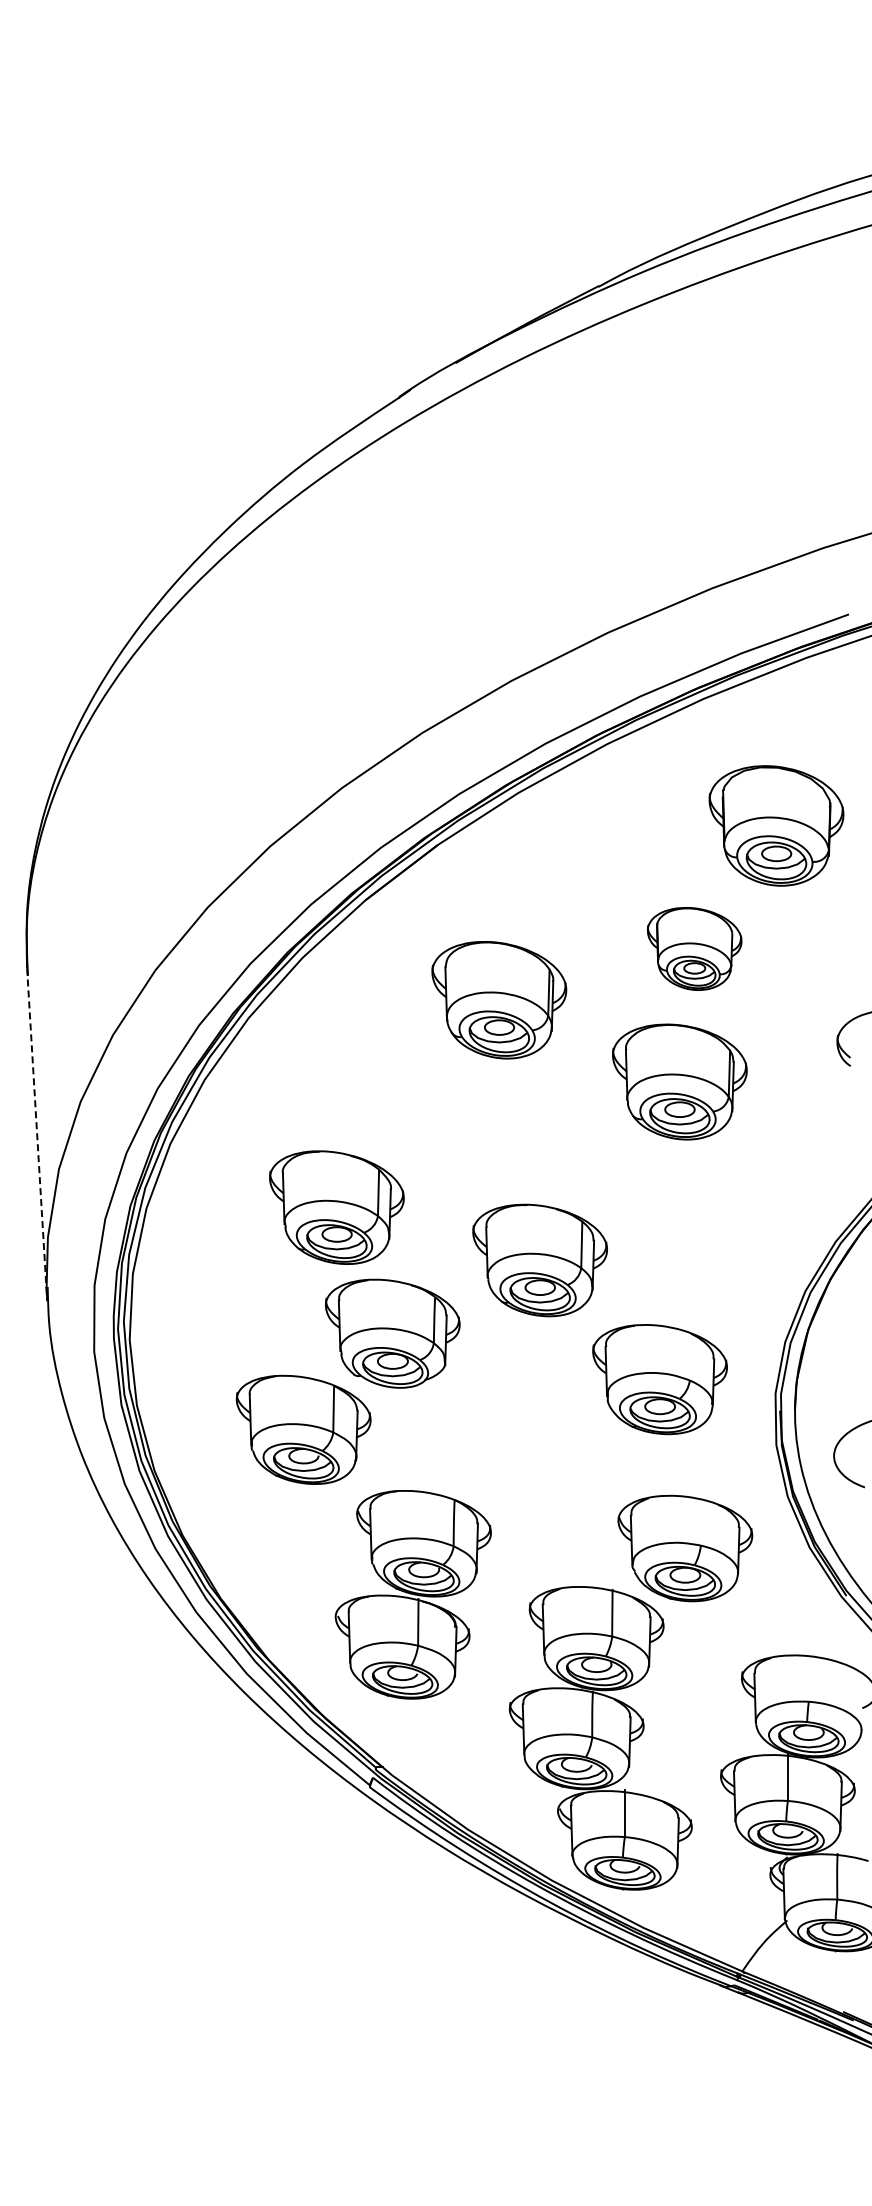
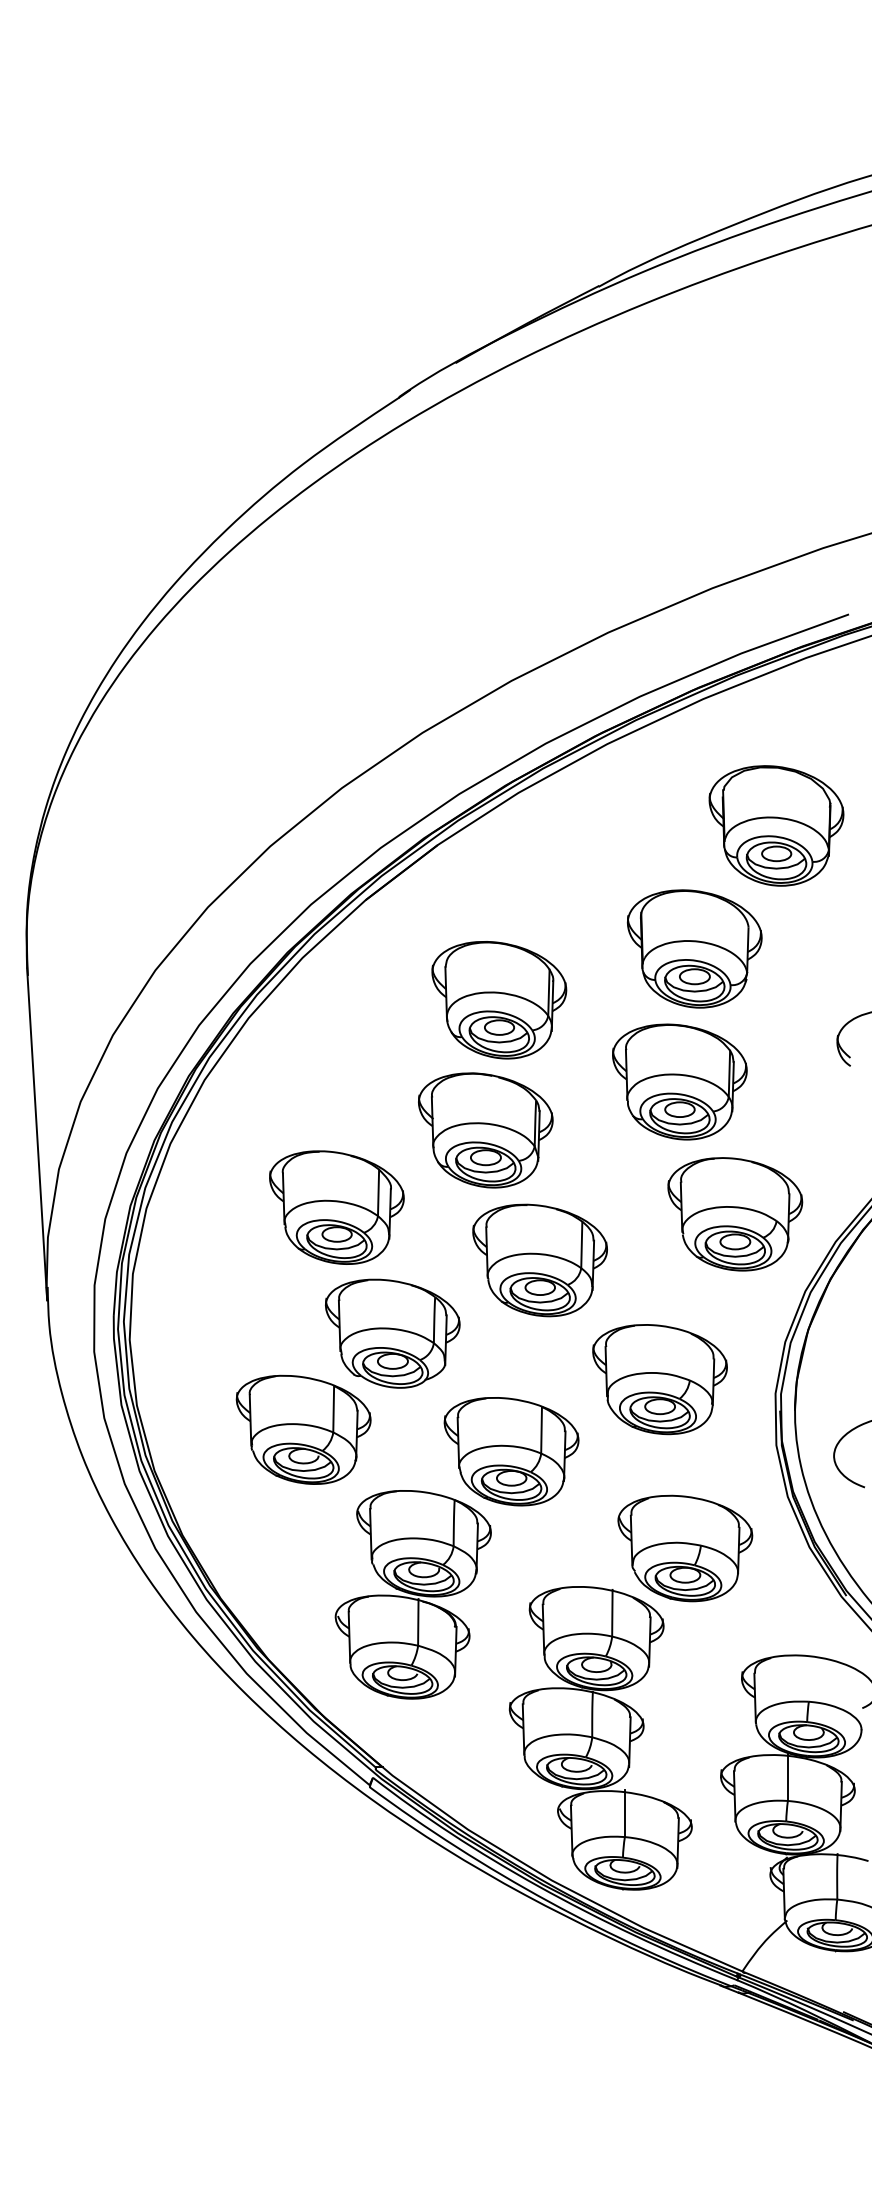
part at (694, 948) size: 96x84 px -> 137x120 px
part at (485, 1130): none -> present
line at (37, 1134): dashed -> solid
part at (735, 1214): none -> present
part at (511, 1451): none -> present
